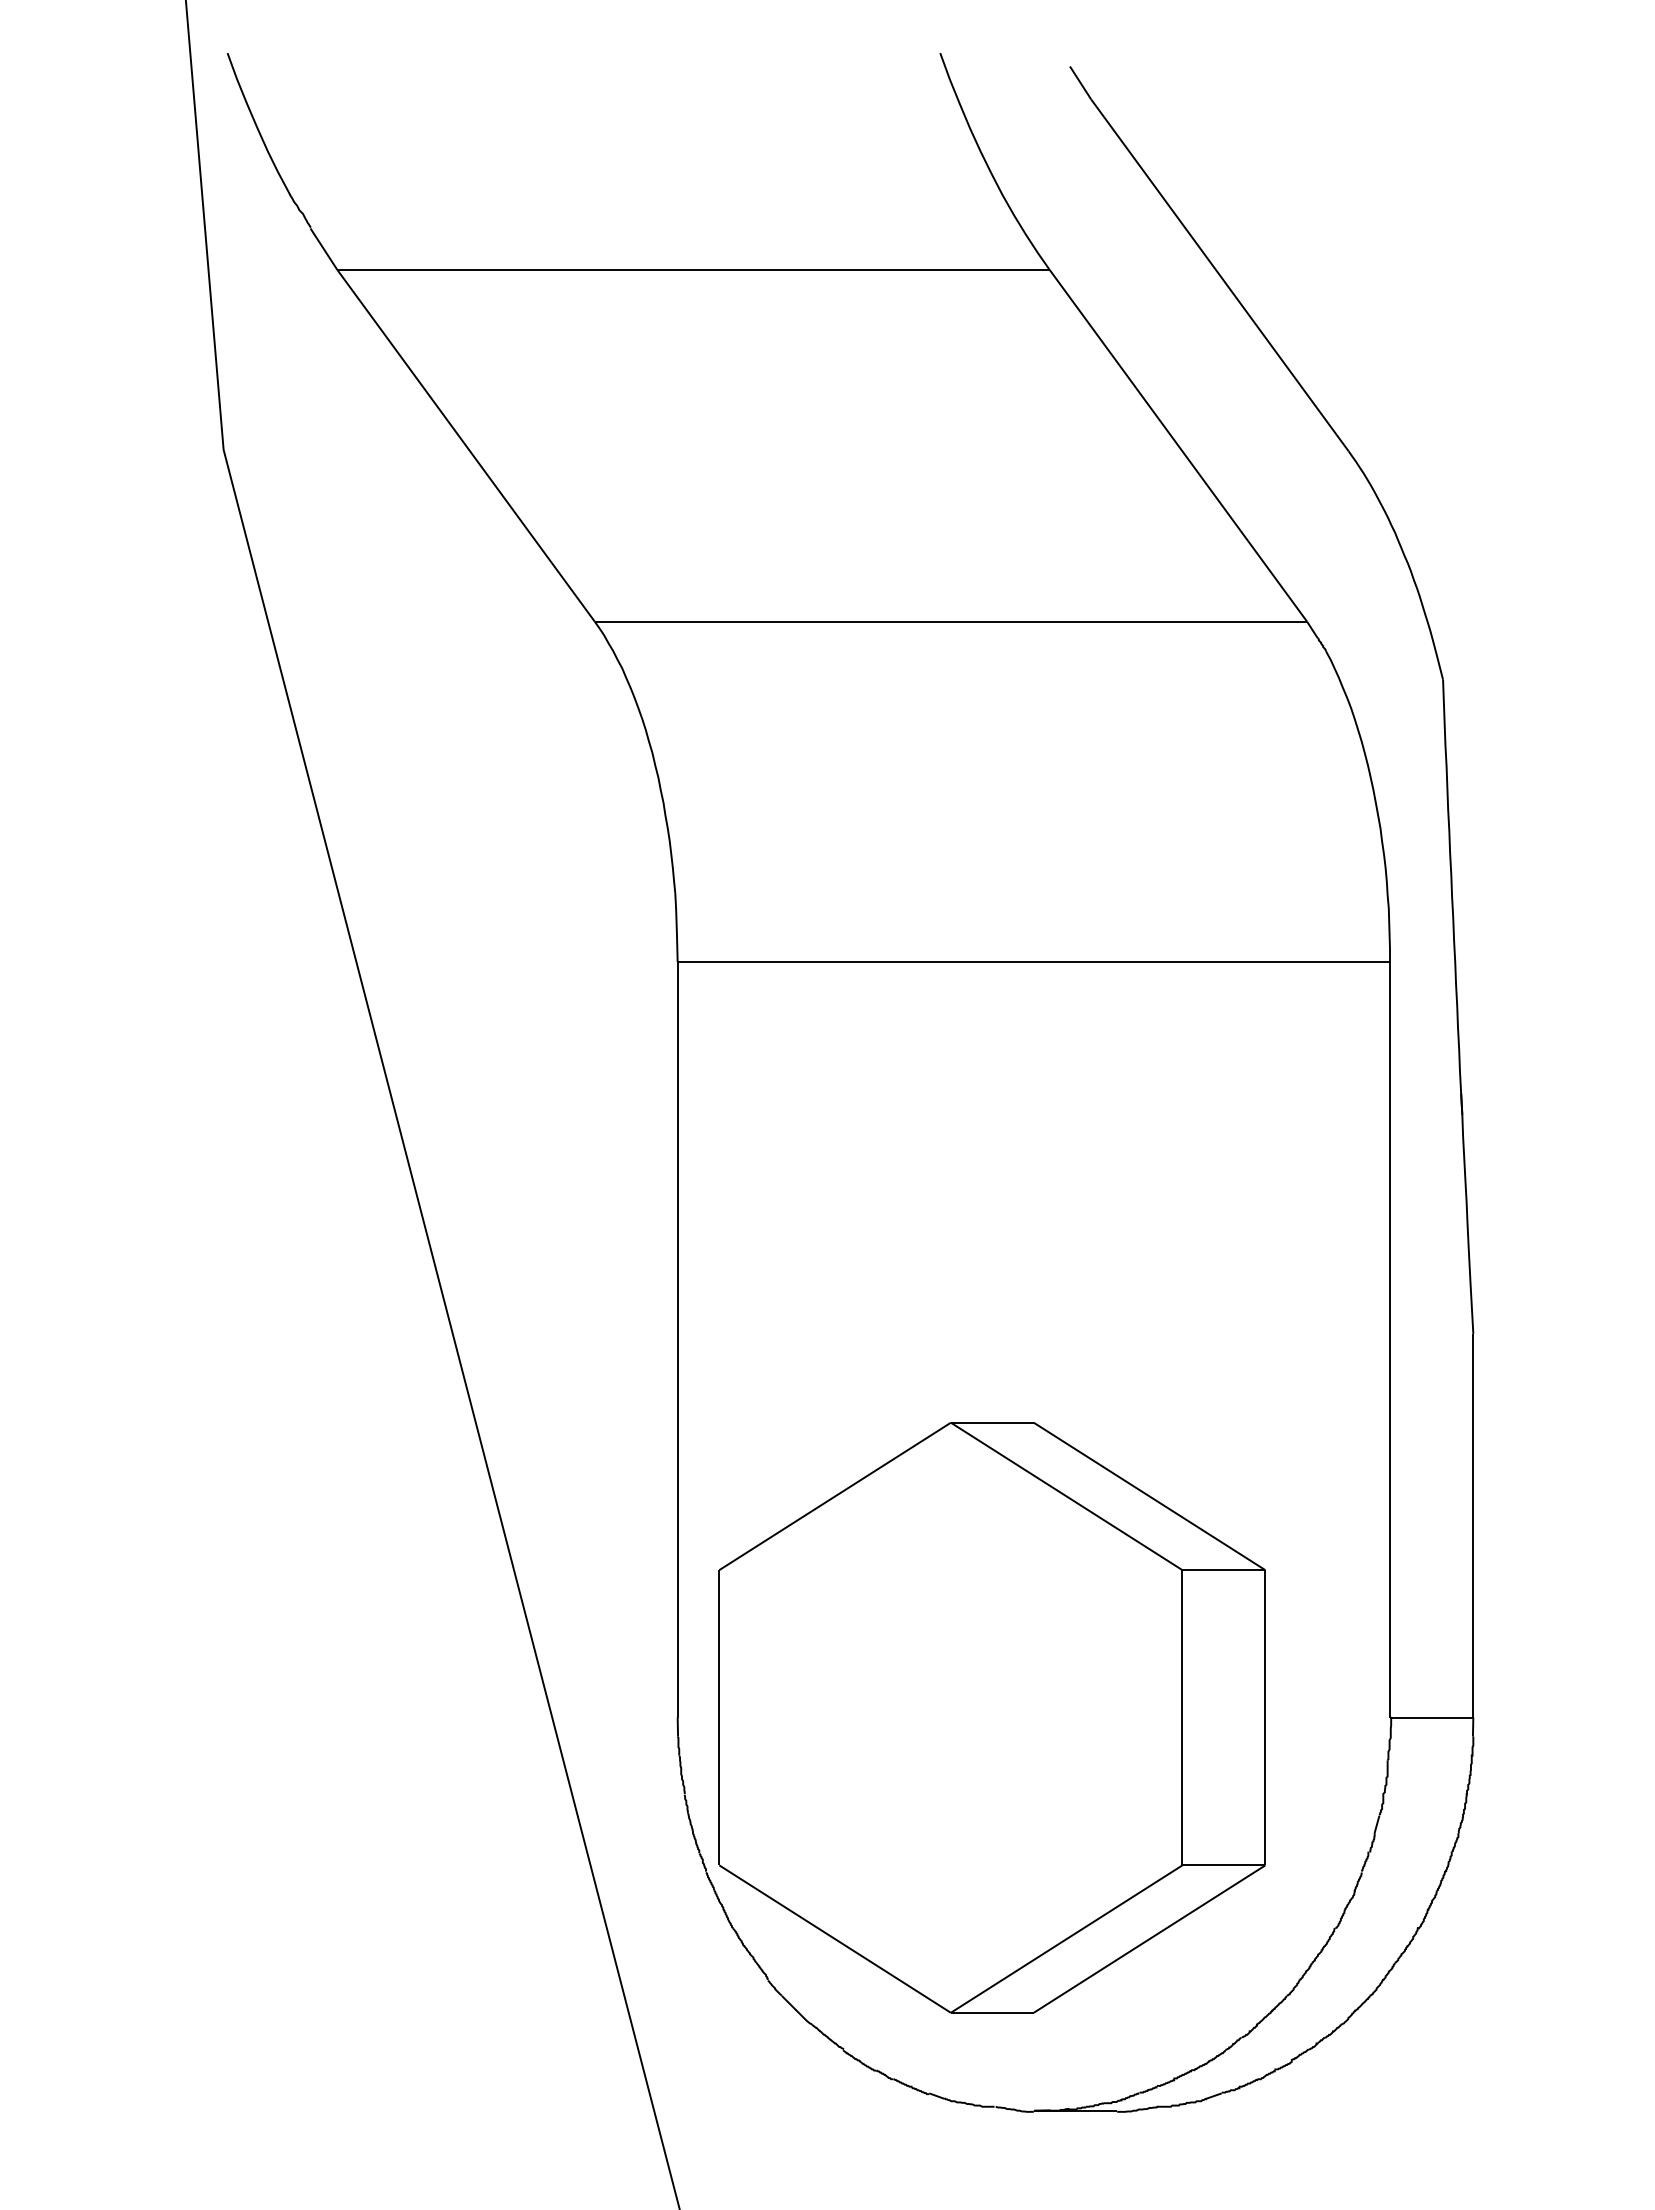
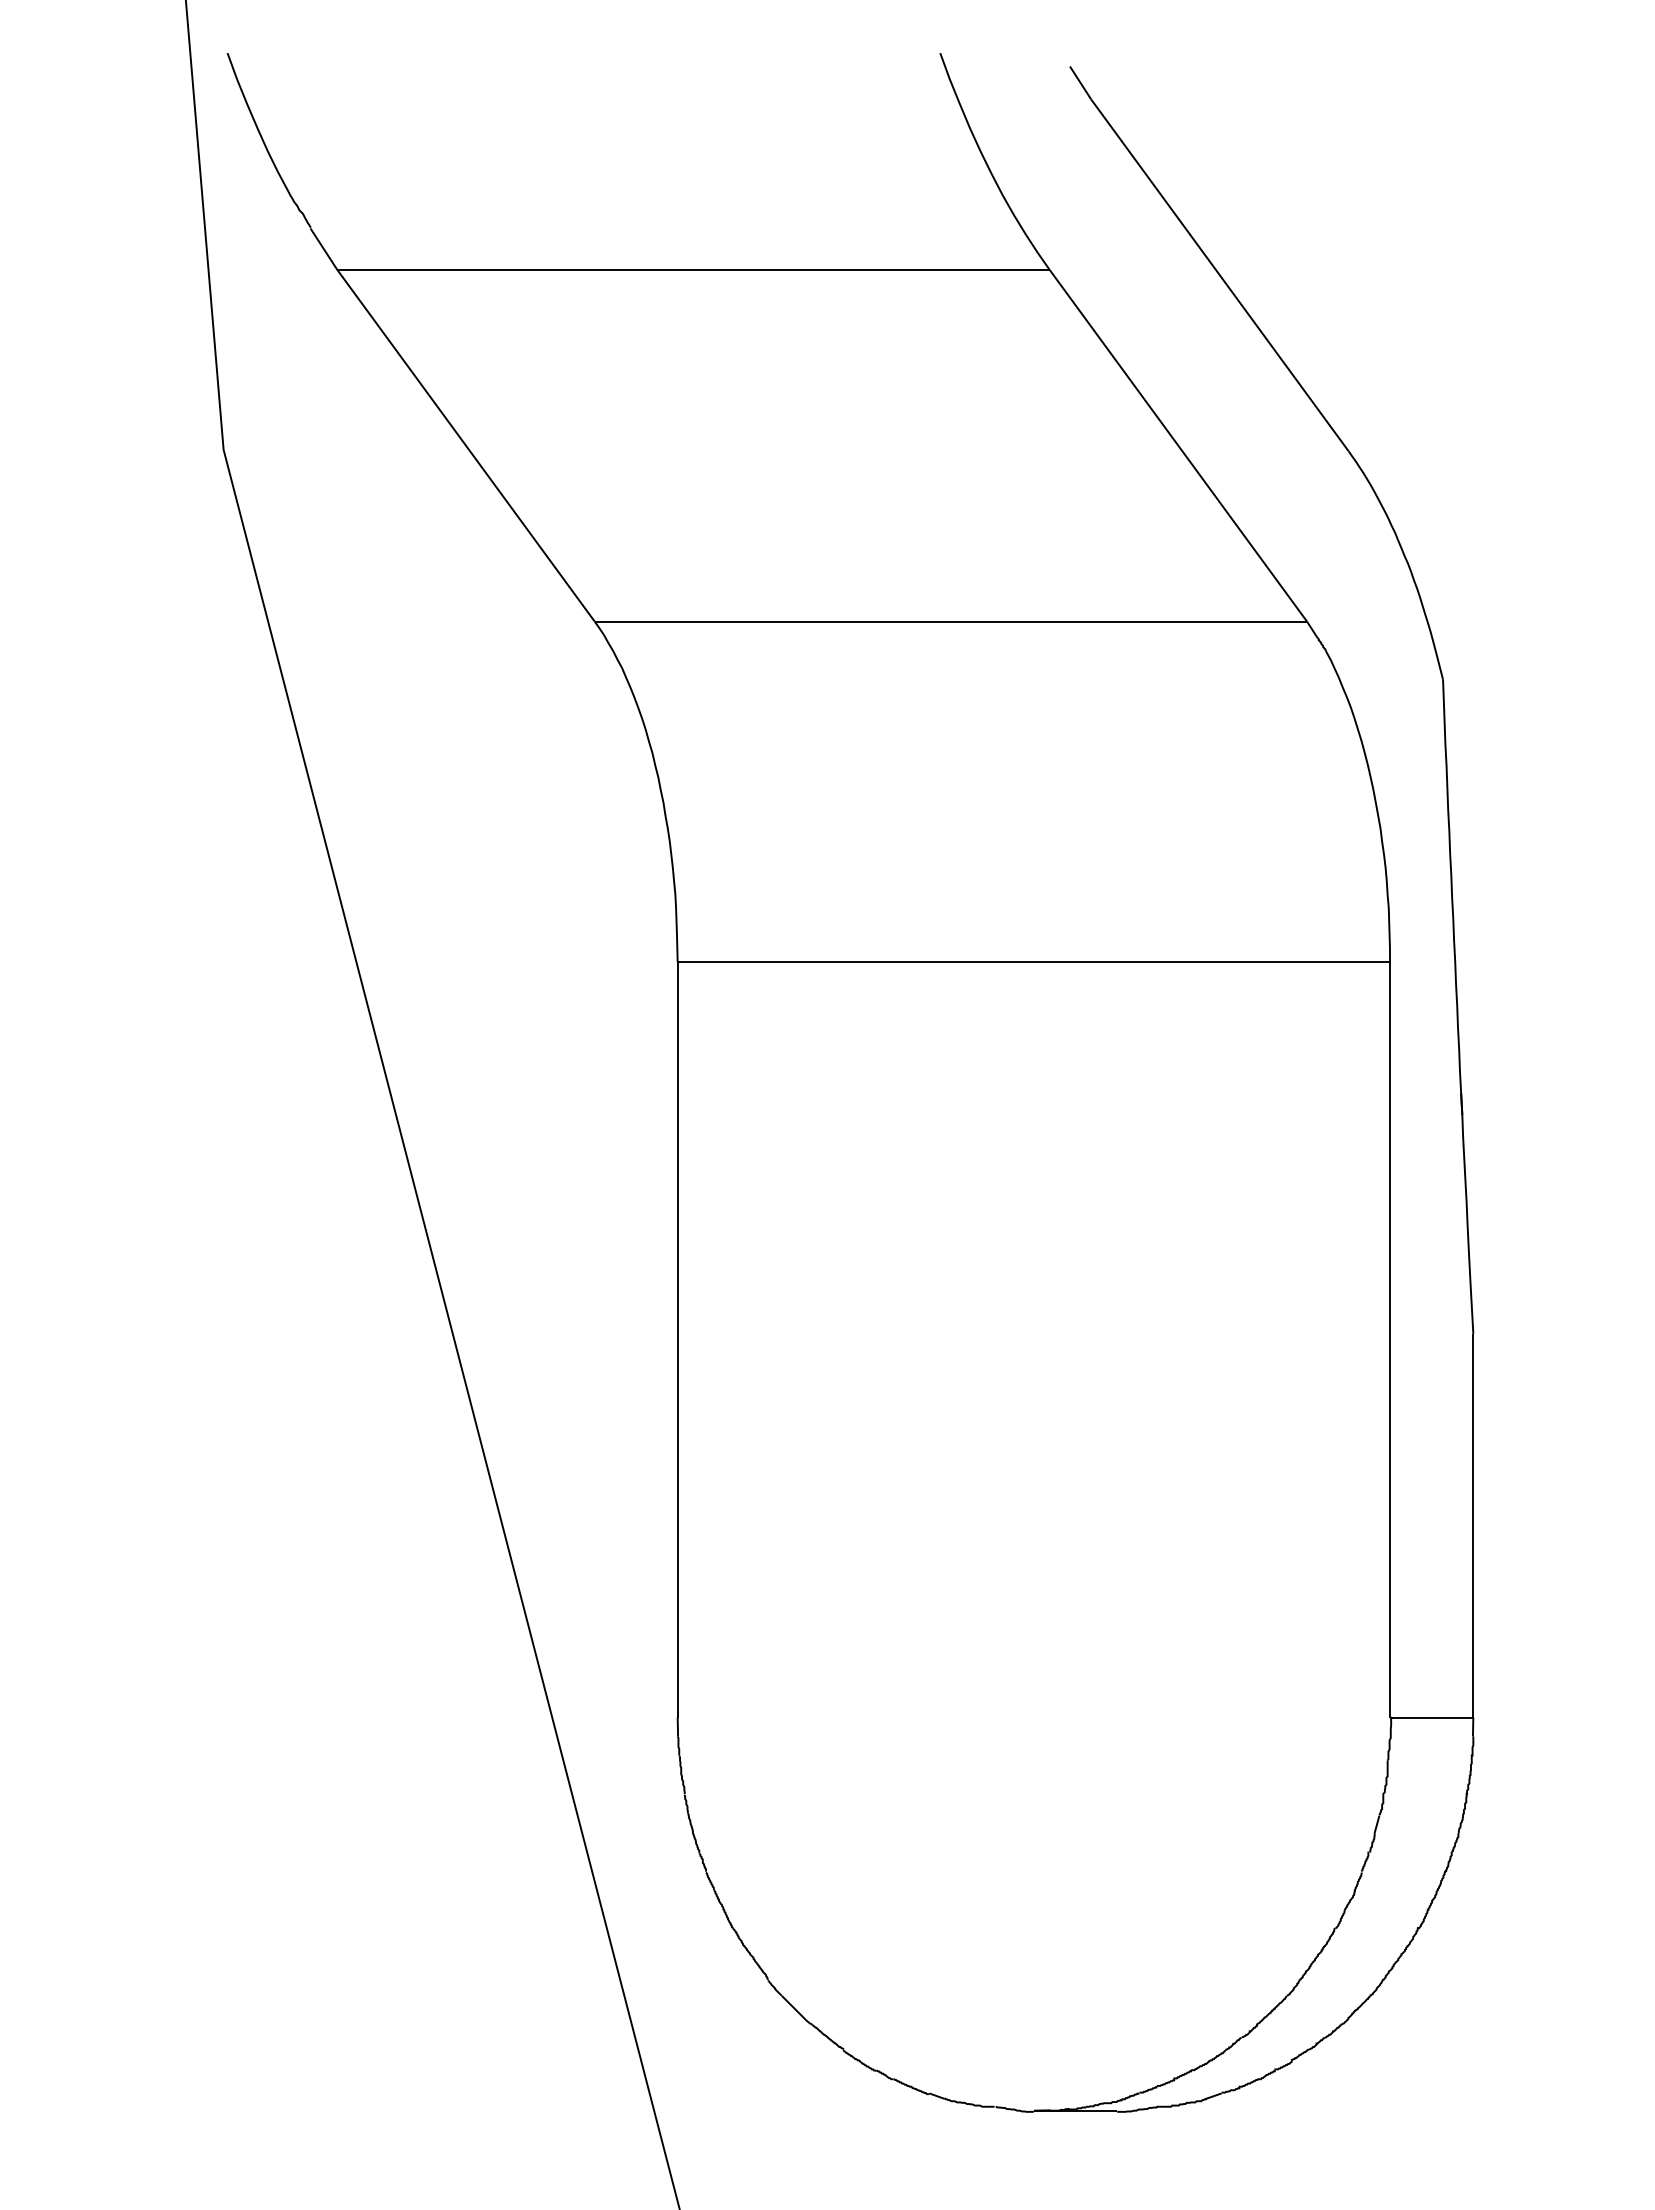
part at (991, 1717): present -> none
